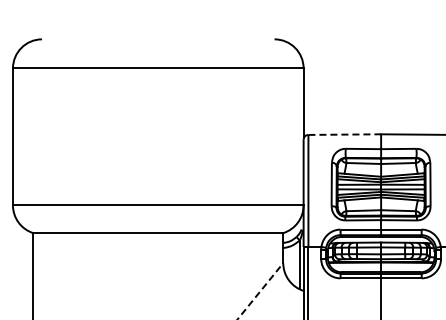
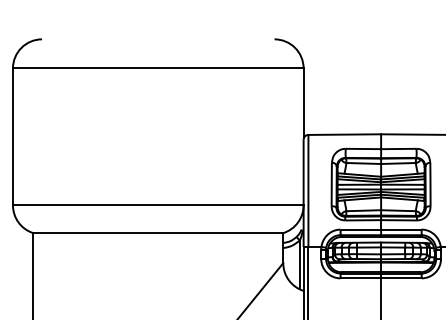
line at (345, 134): dashed -> solid
line at (260, 291): dashed -> solid
